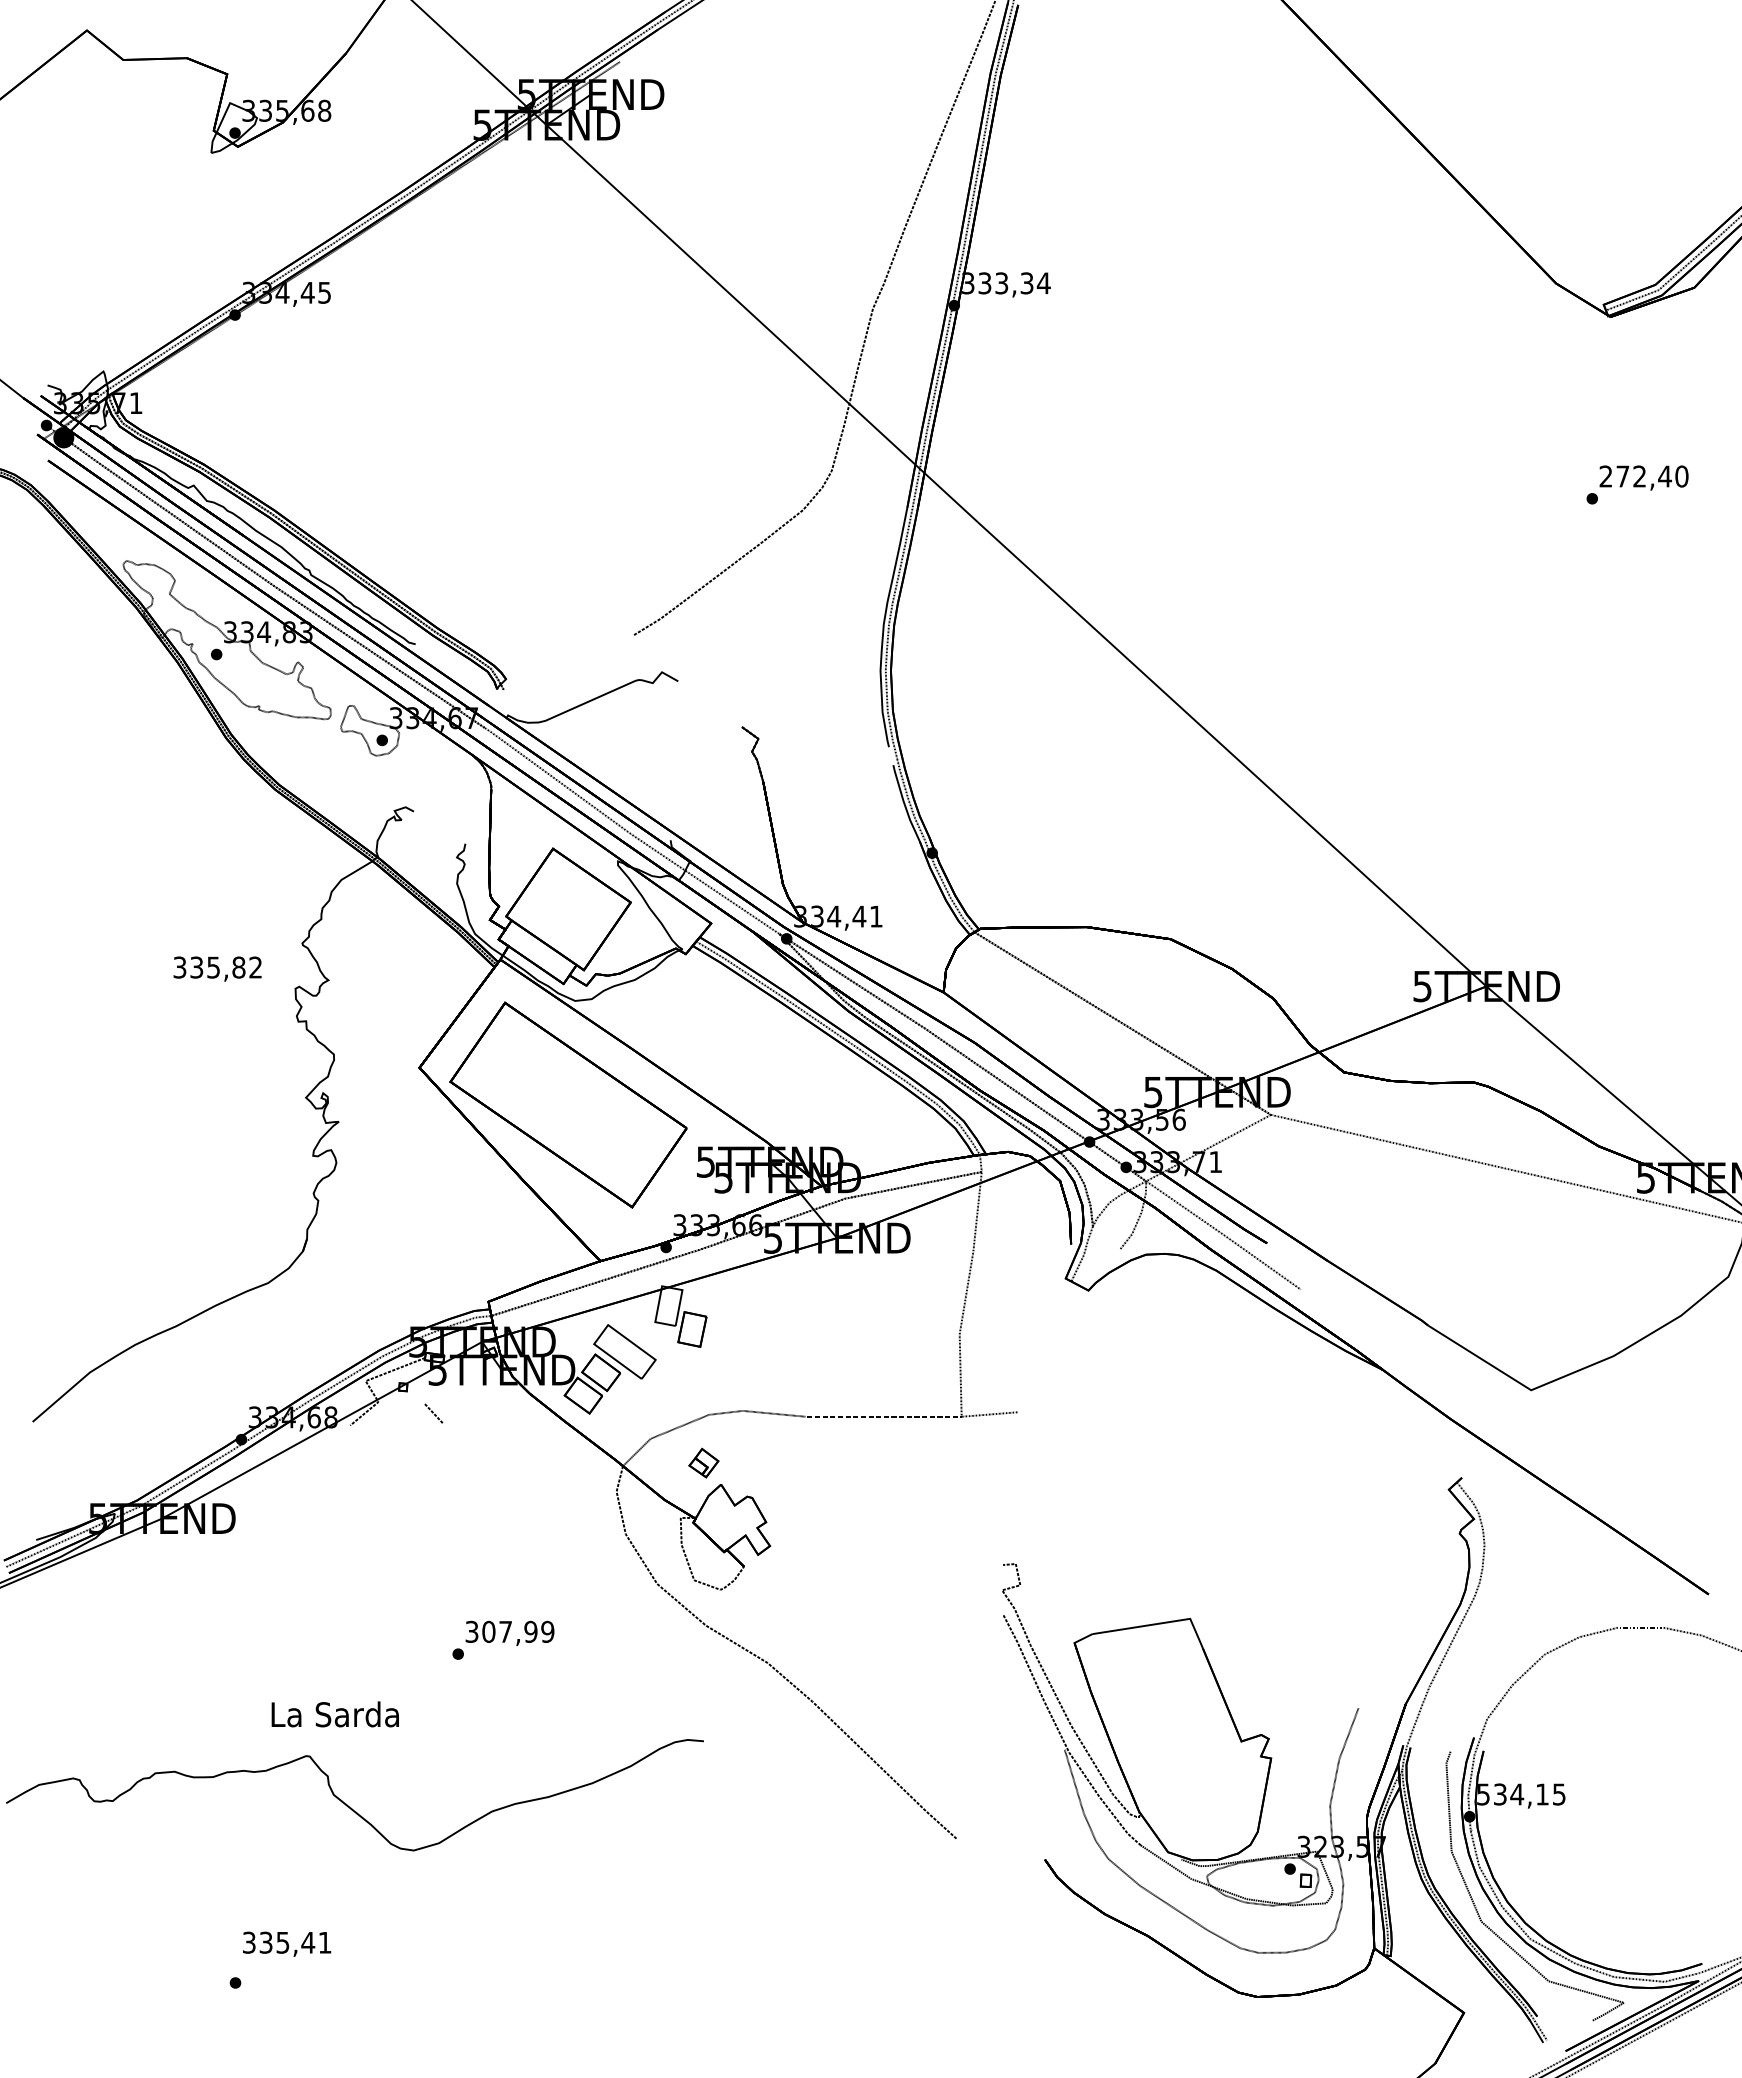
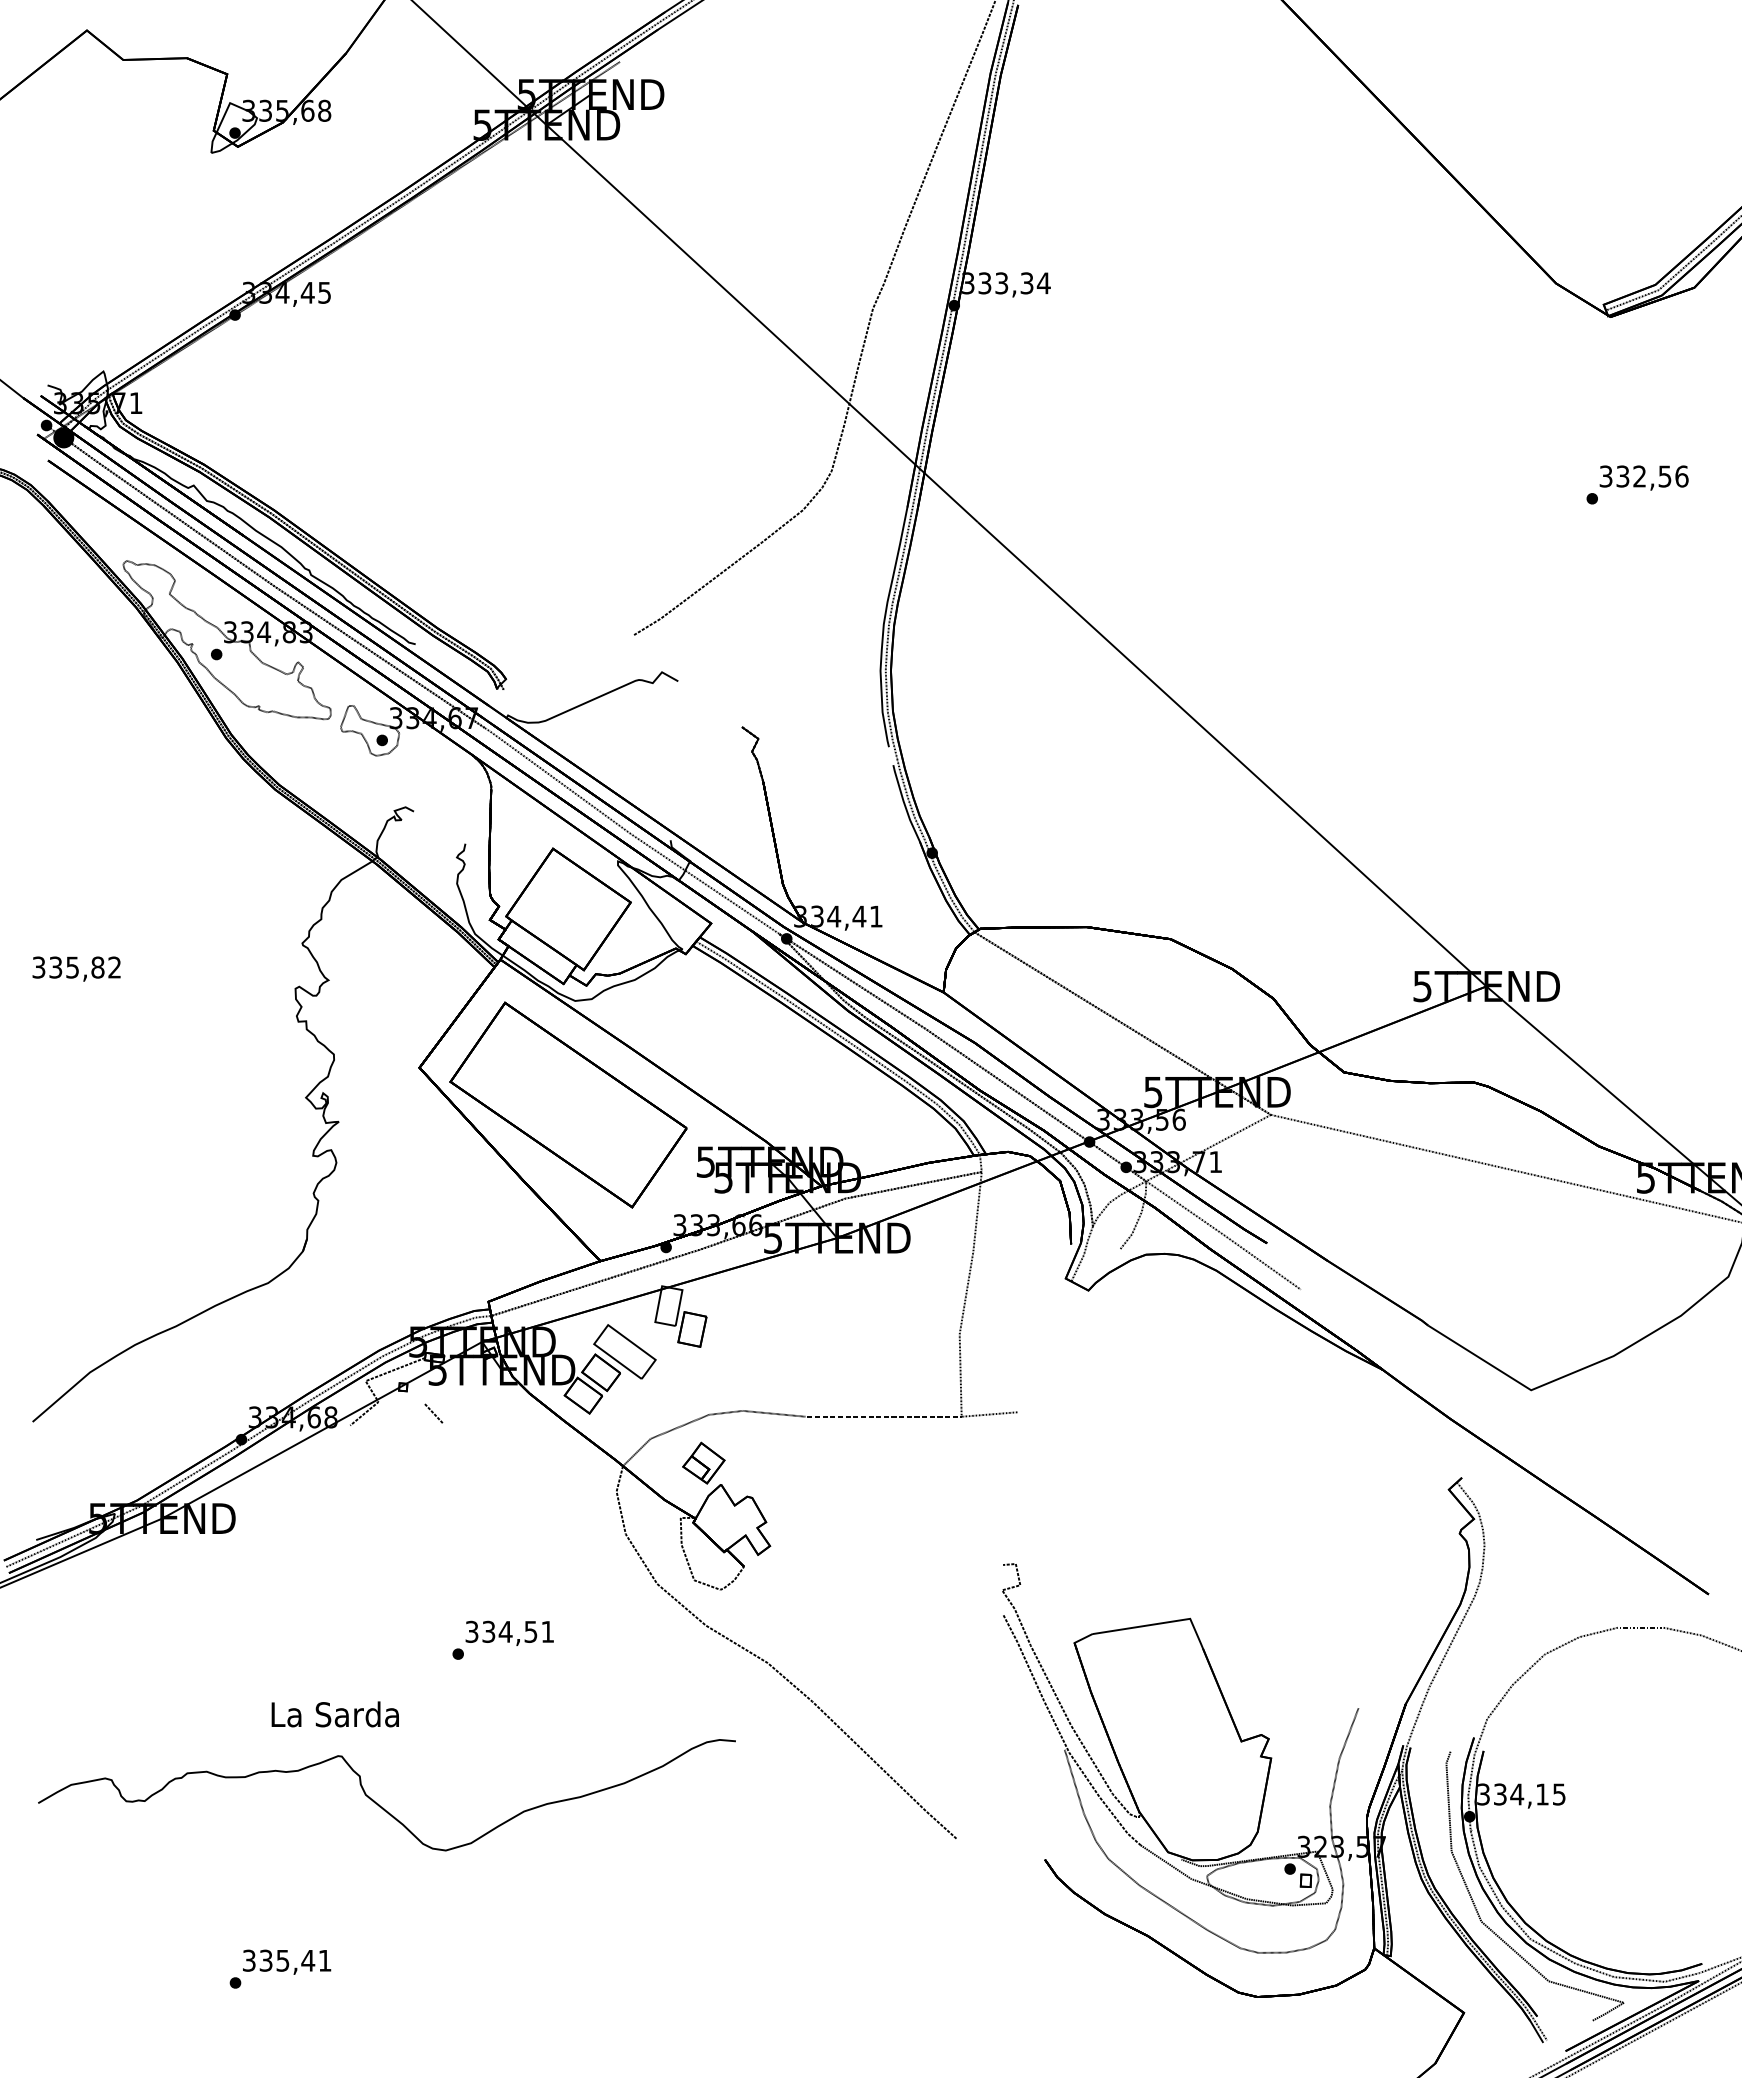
text at (1643, 476): 272,40 -> 332,56
text at (217, 968) position: (217, 968) -> (76, 968)
part at (703, 1462) size: 32x32 px -> 44x44 px
text at (518, 1631): 307,99 -> 334,51
text at (1483, 1793): 534,15 -> 334,15
curve at (346, 1803) position: (346, 1803) -> (378, 1803)
text at (287, 1943) position: (287, 1943) -> (287, 1961)
